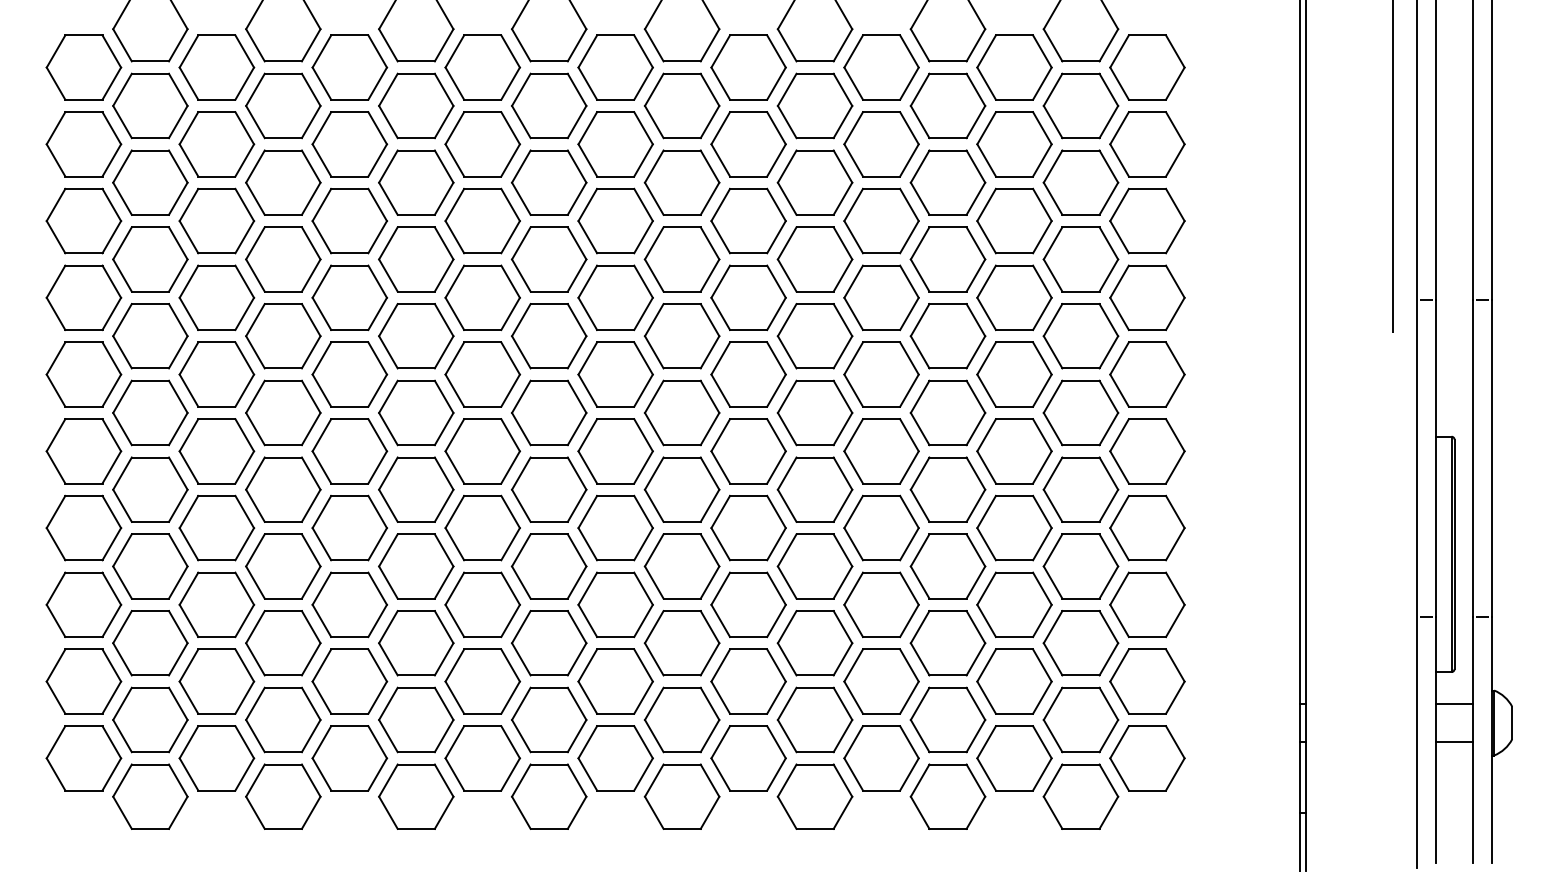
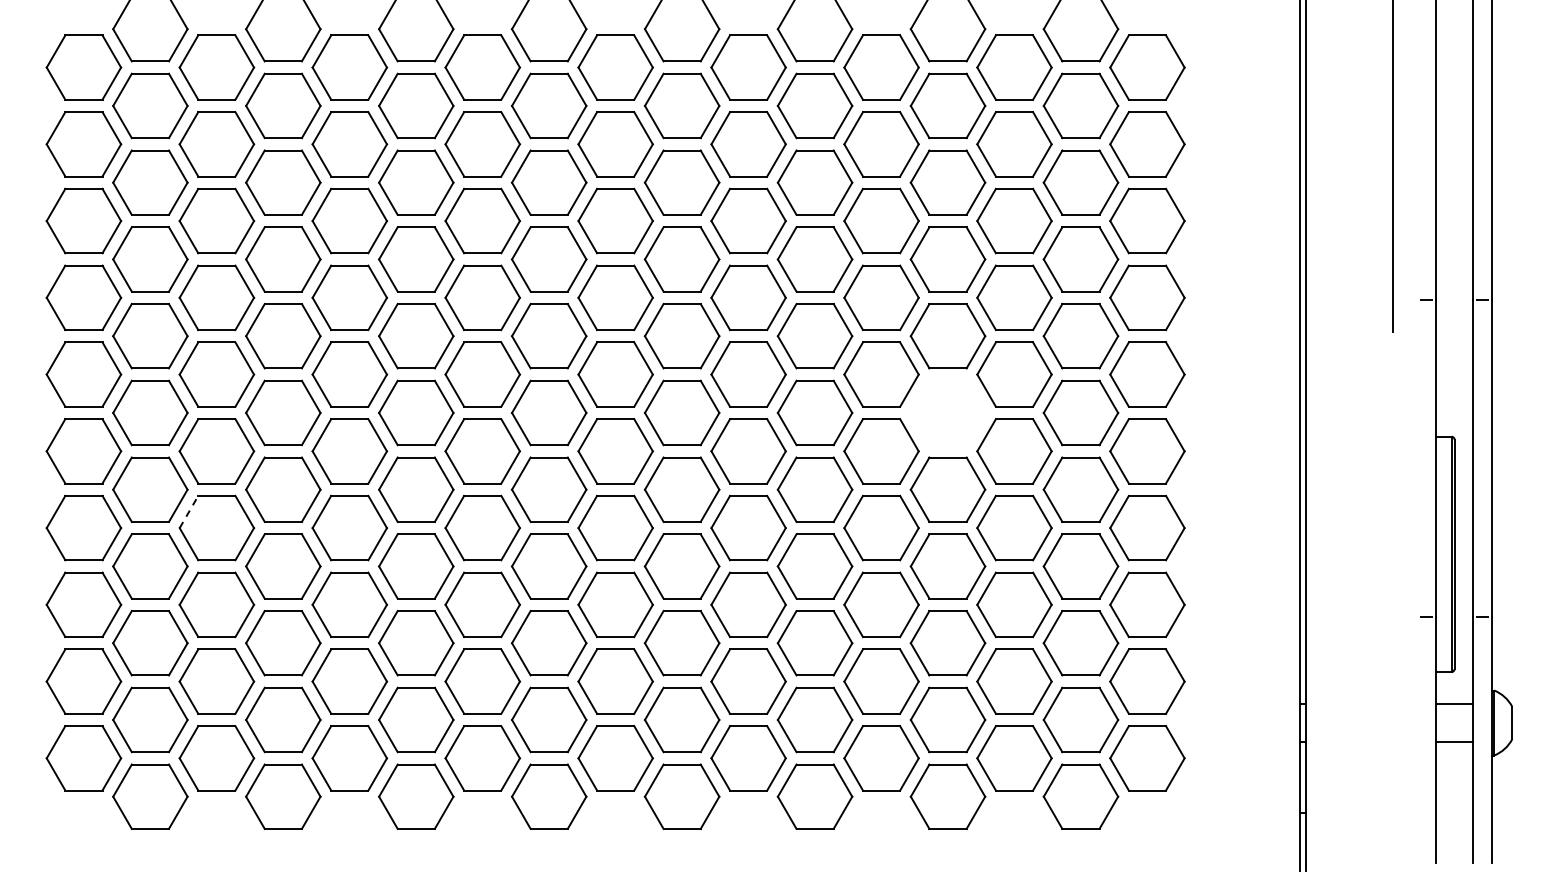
part at (947, 412): present -> none
line at (1417, 434): present -> none
line at (189, 512): solid -> dashed
